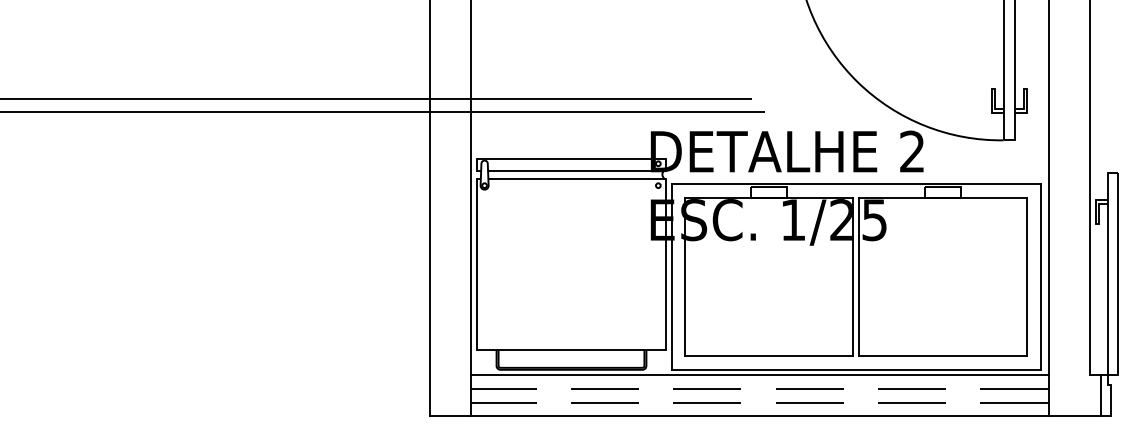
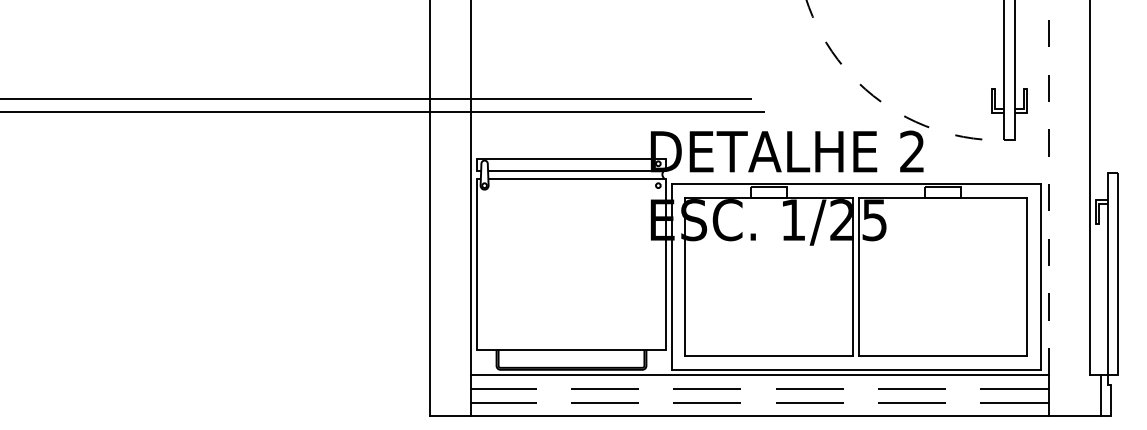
arc at (881, 102): solid -> dashed
line at (1048, 187): solid -> dashed
